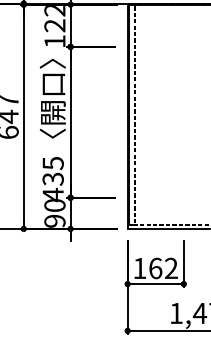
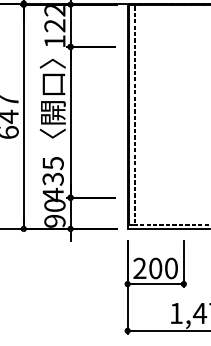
text at (155, 268): 162 -> 200
